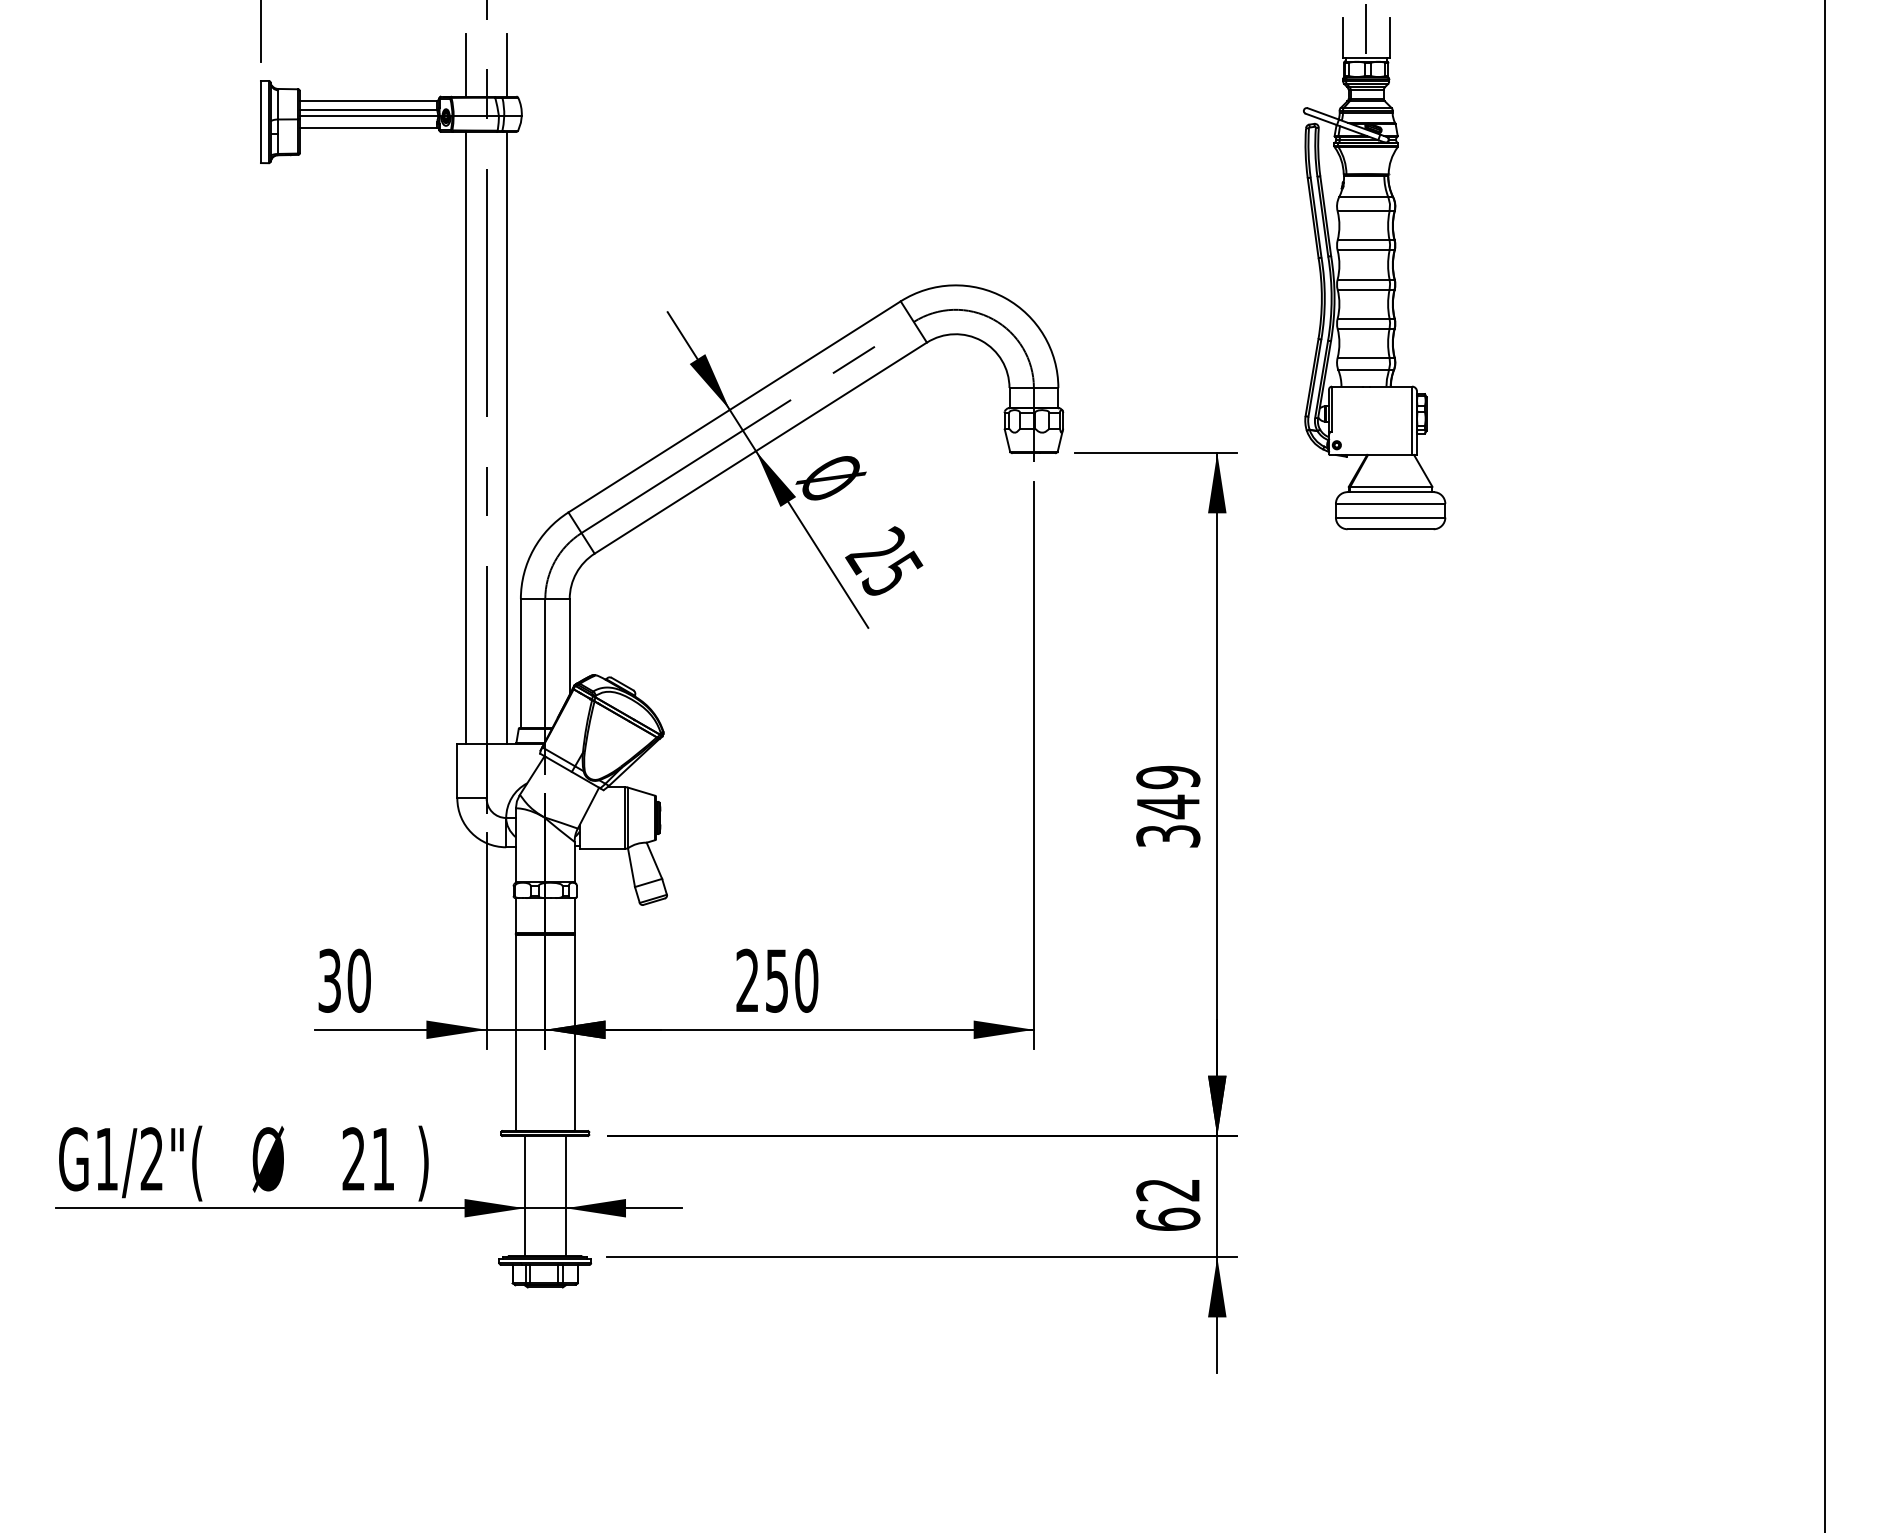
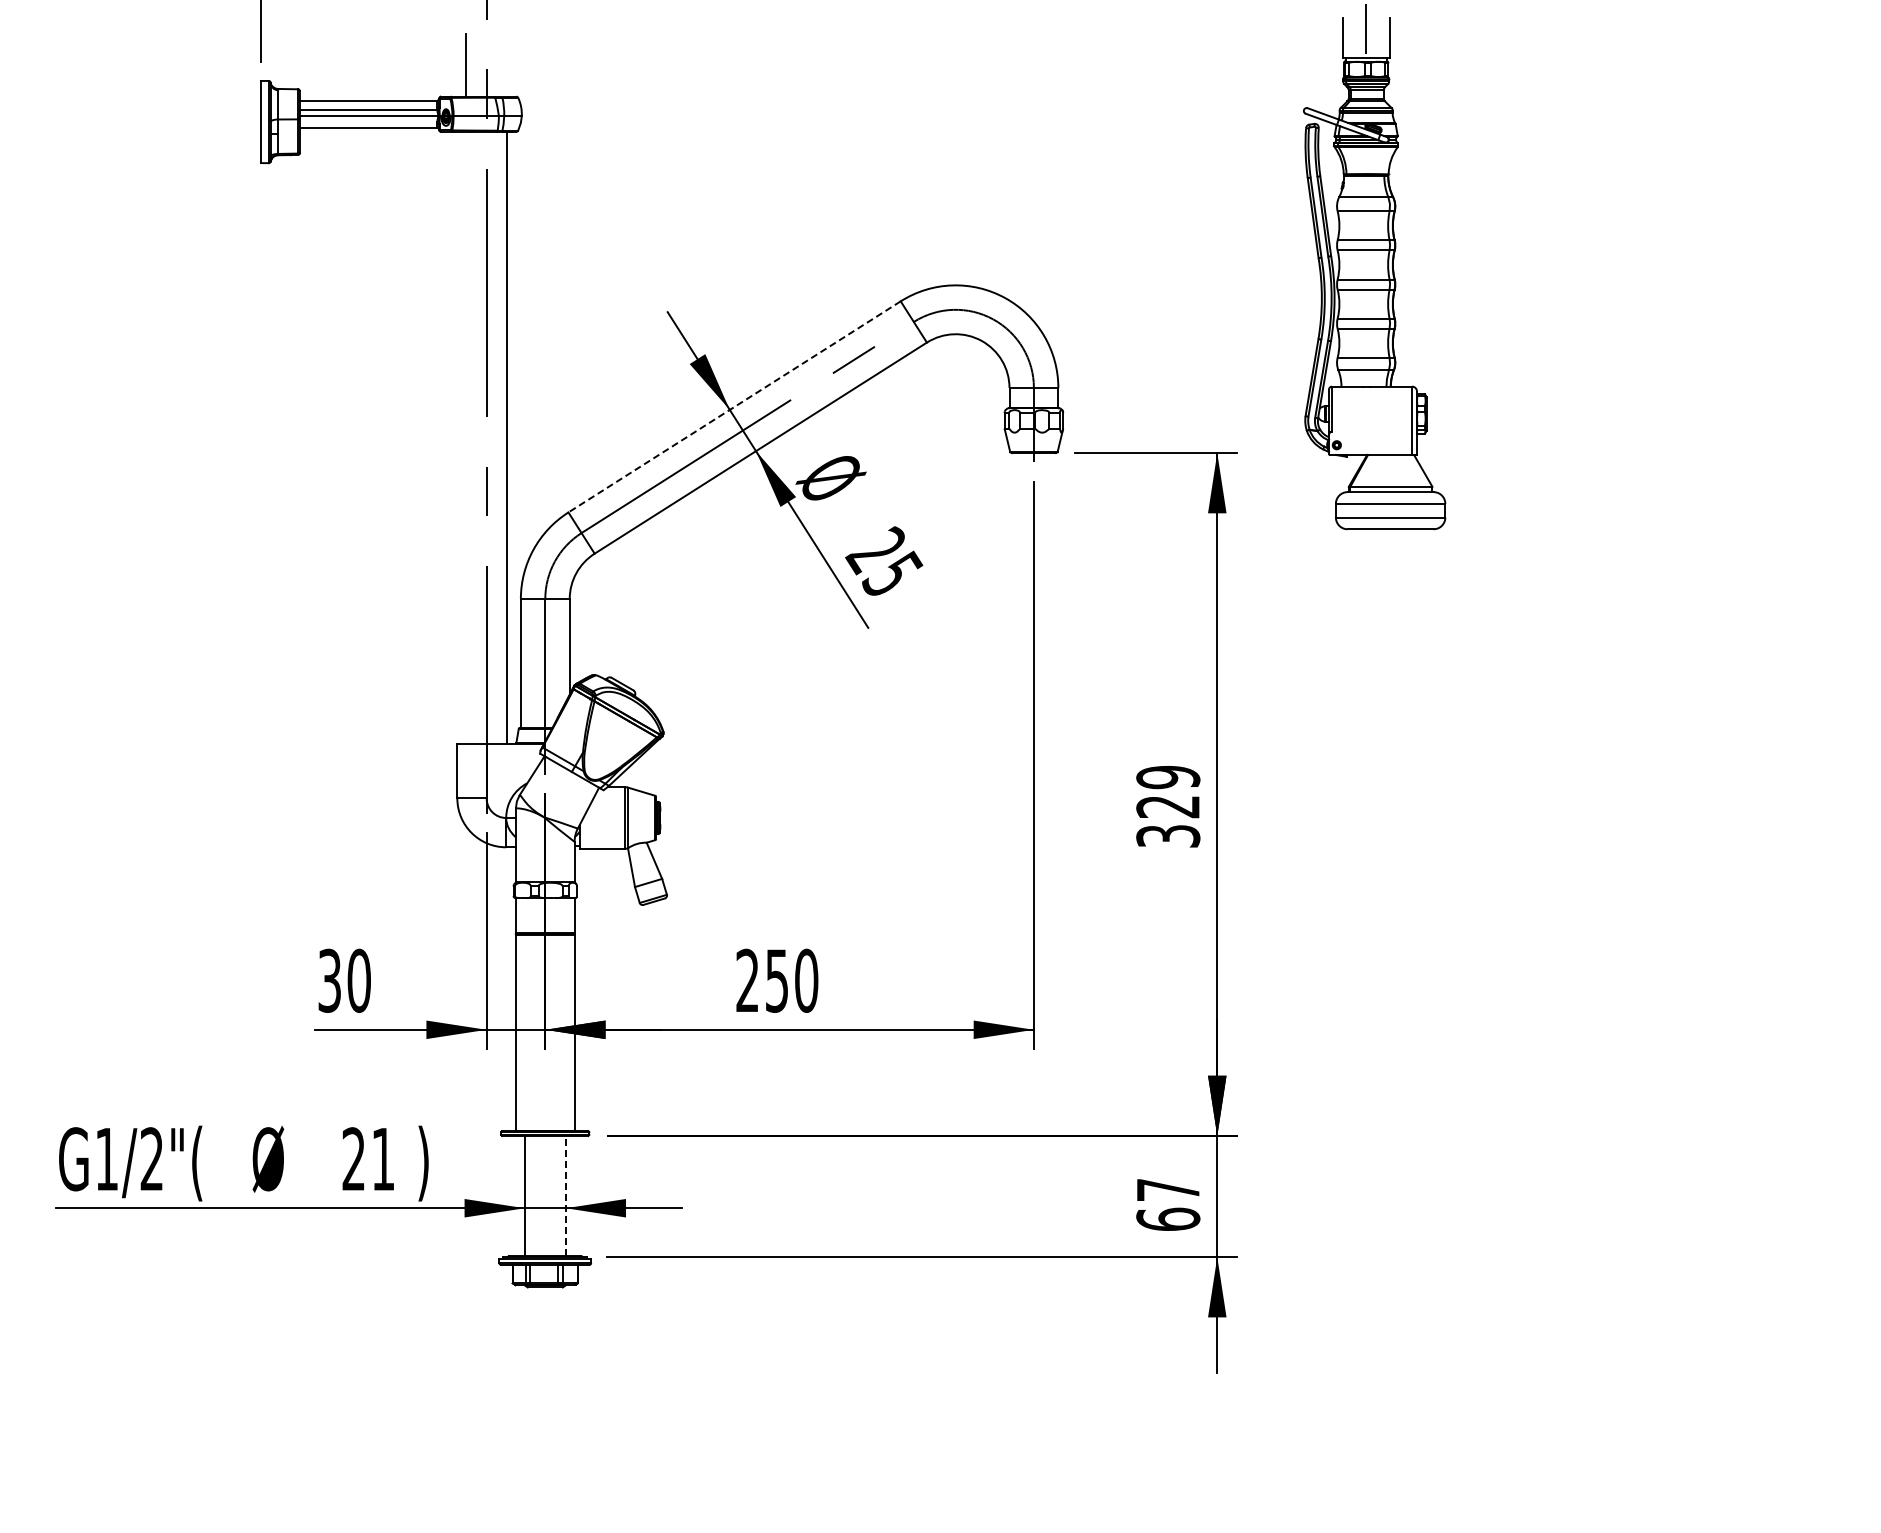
line at (507, 65): present -> none
line at (734, 406): solid -> dashed
line at (465, 437): present -> none
line at (1824, 765): present -> none
text at (1167, 806): 349 -> 329
text at (1167, 1190): 62 -> 67
line at (565, 1195): solid -> dashed
